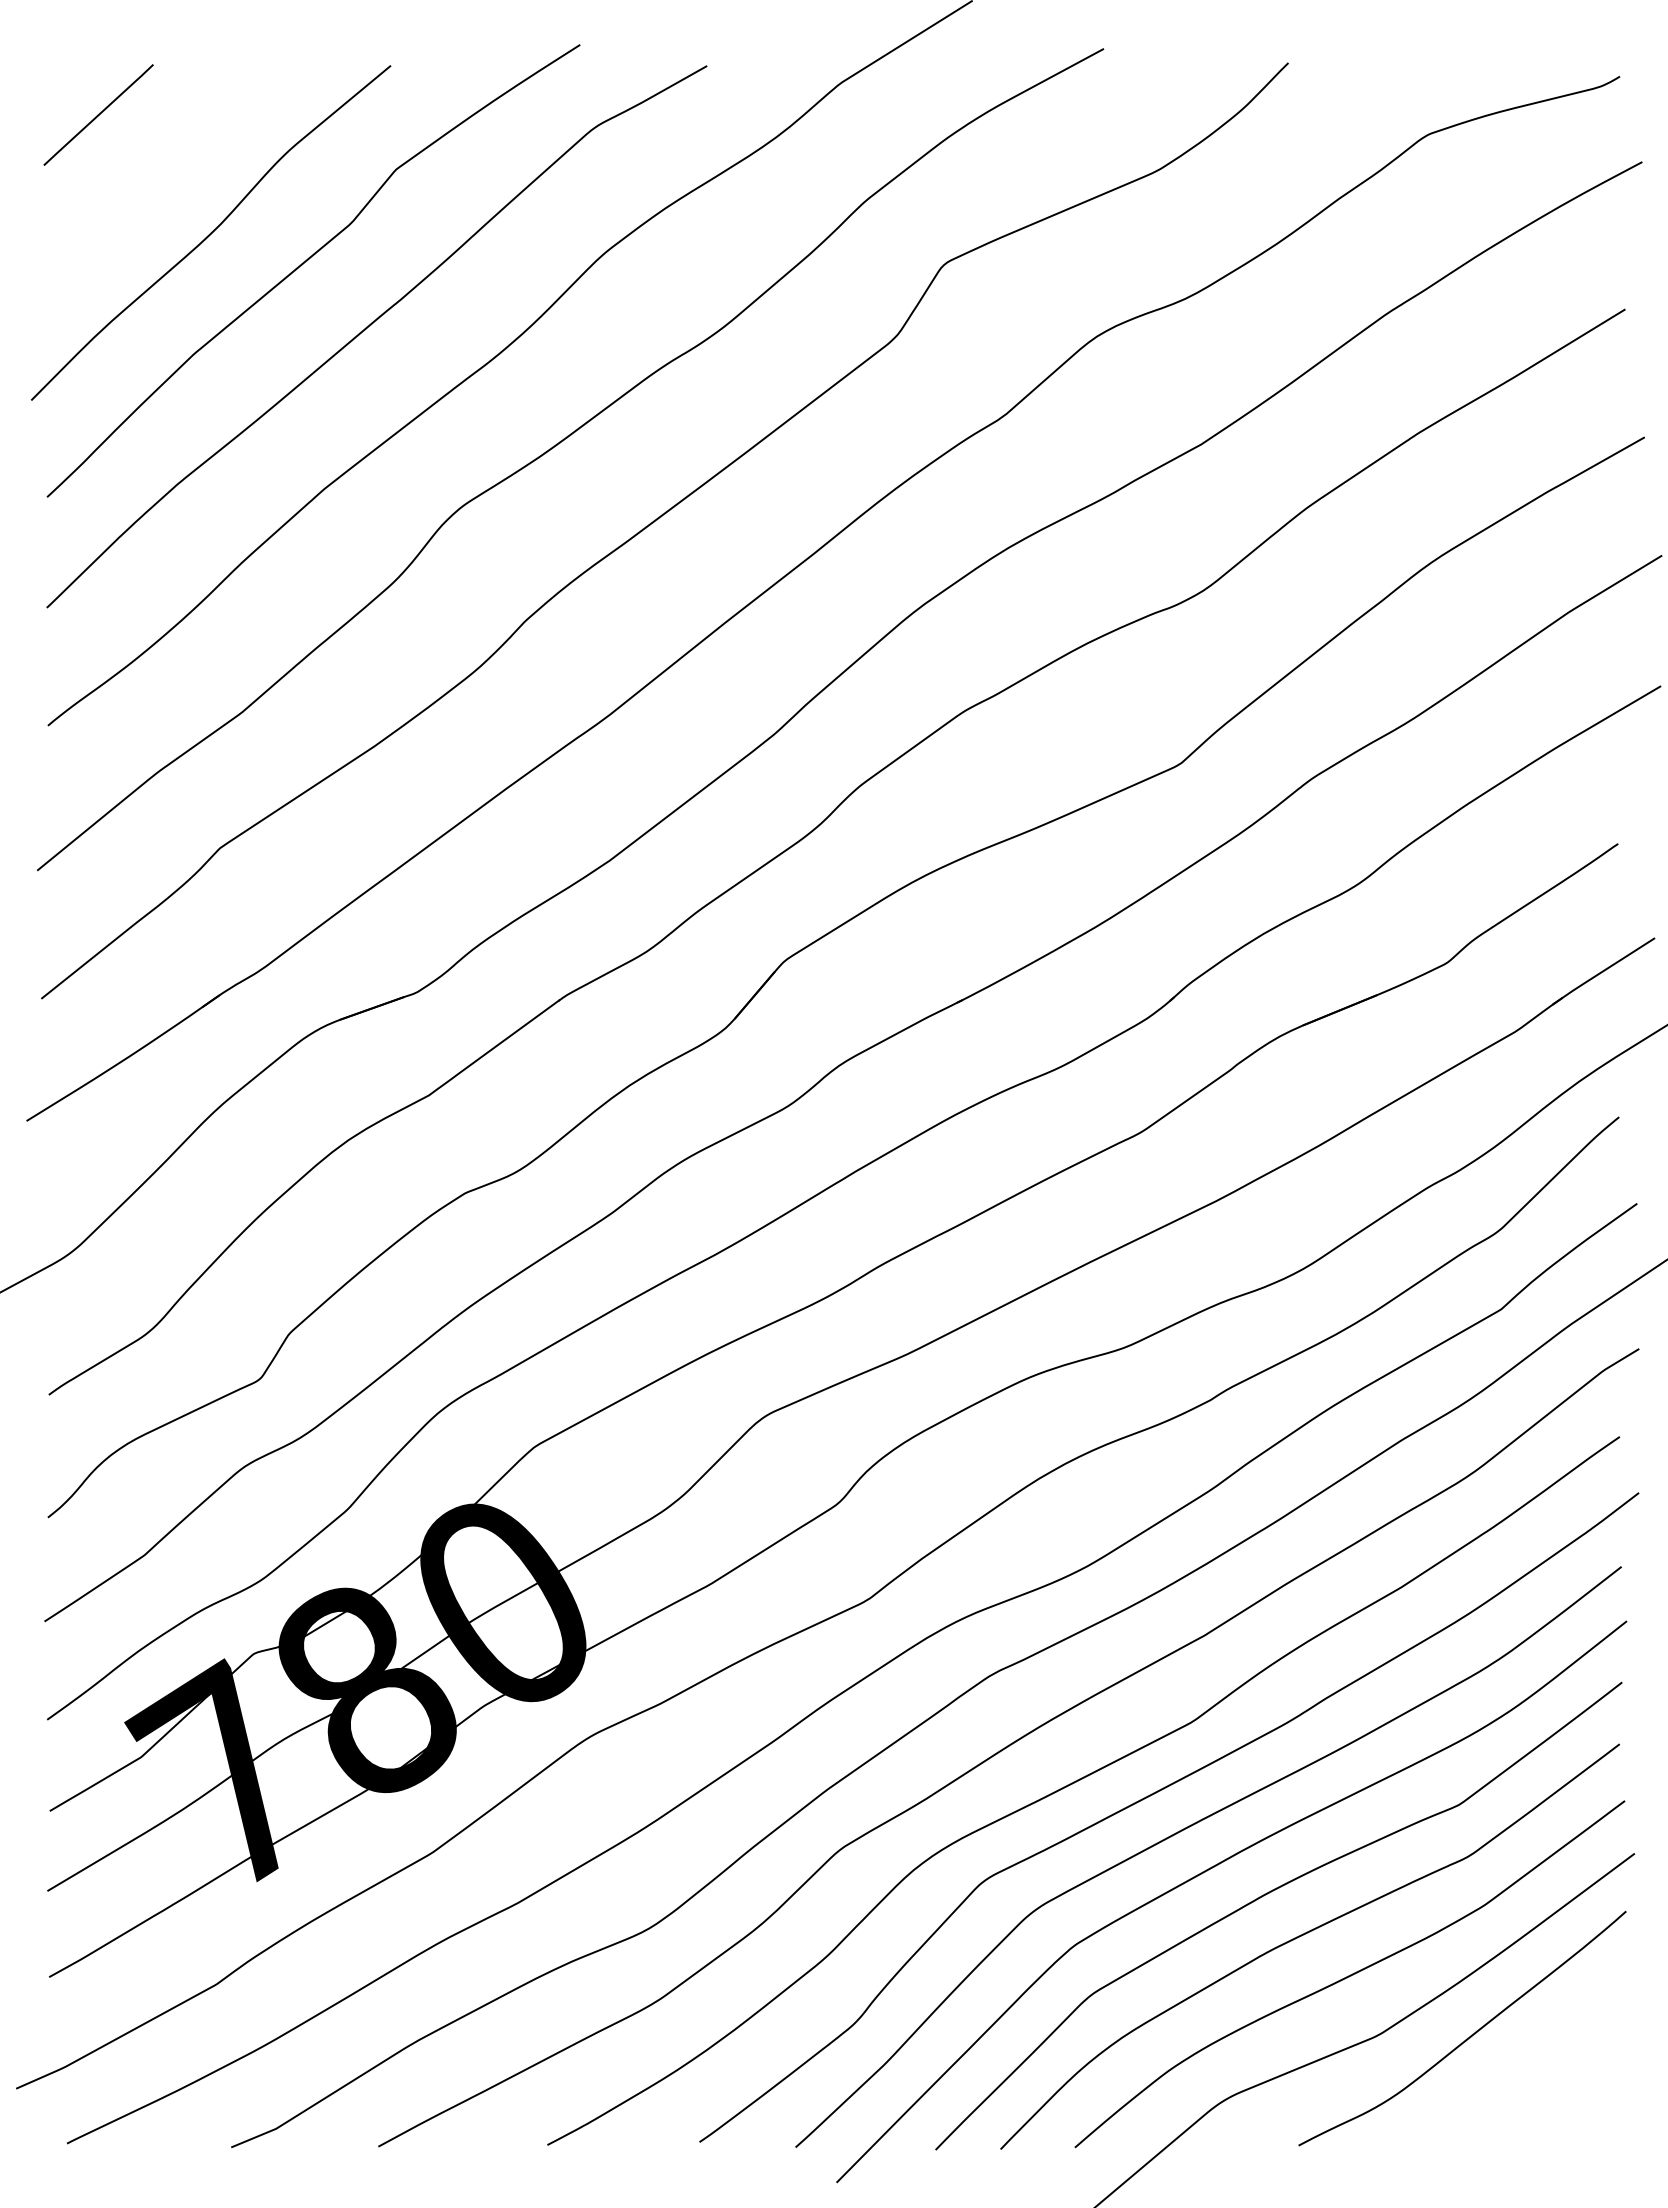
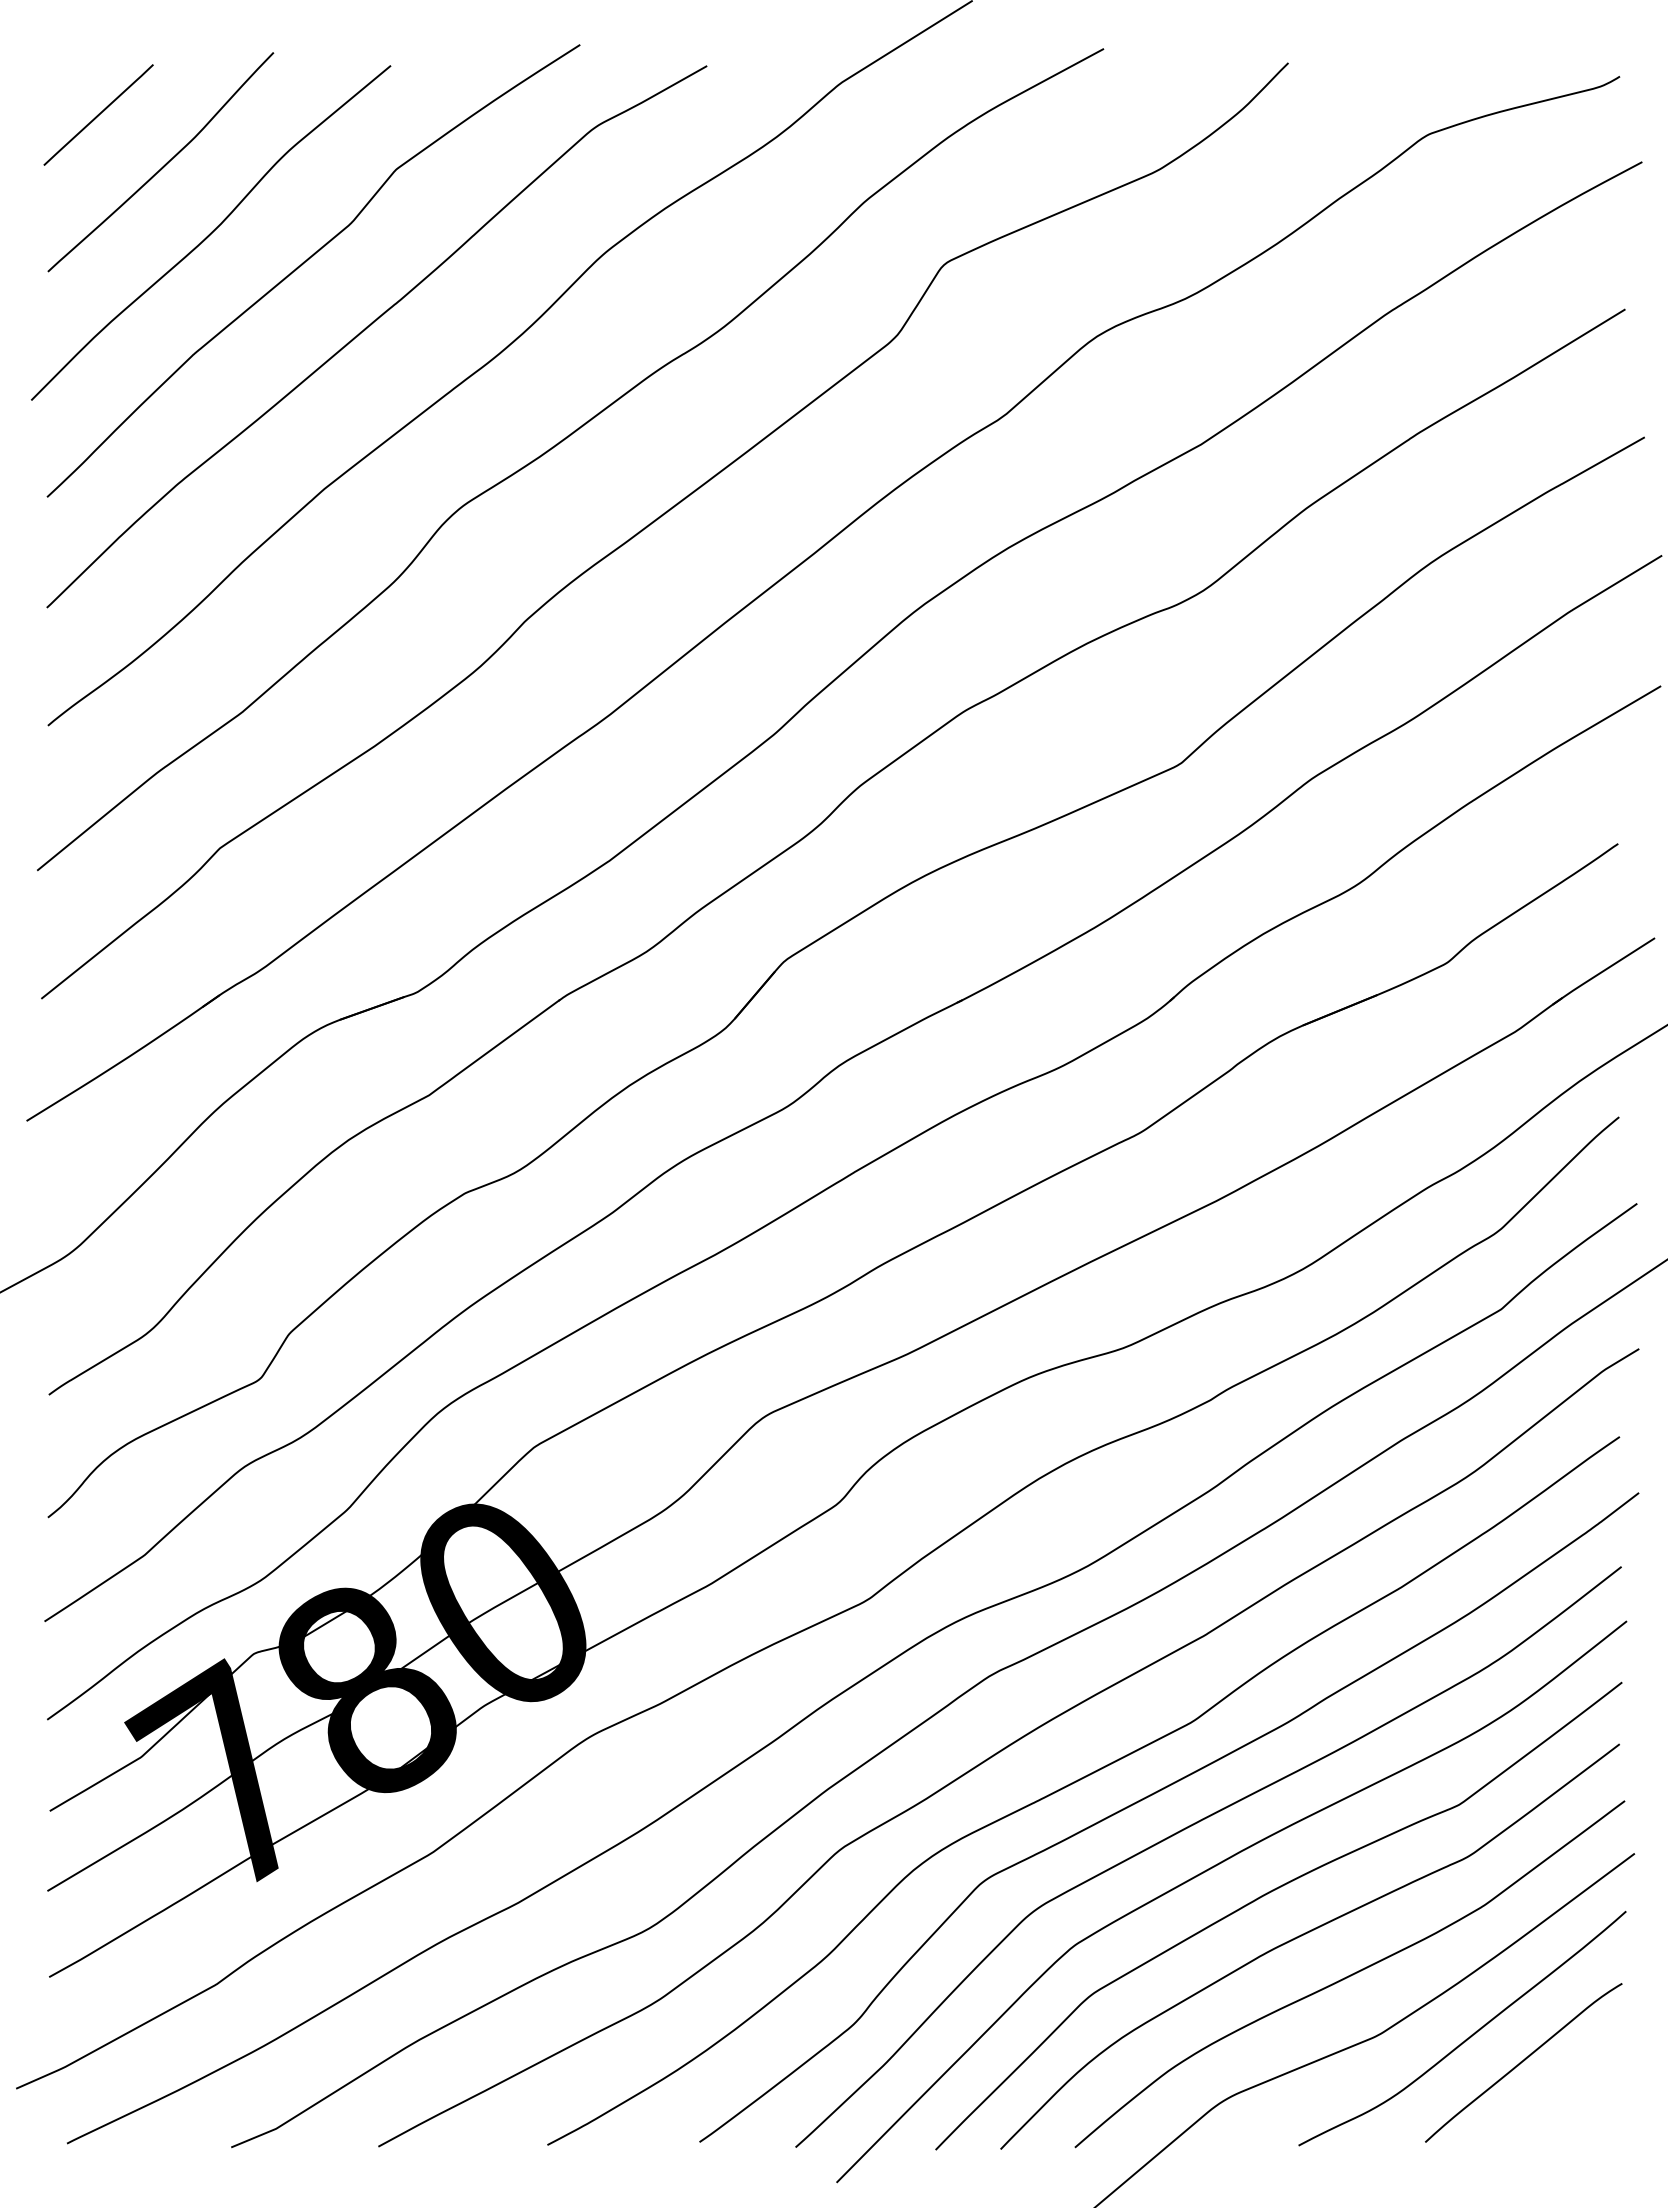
curve at (163, 165): none -> present
curve at (1523, 2061): none -> present
